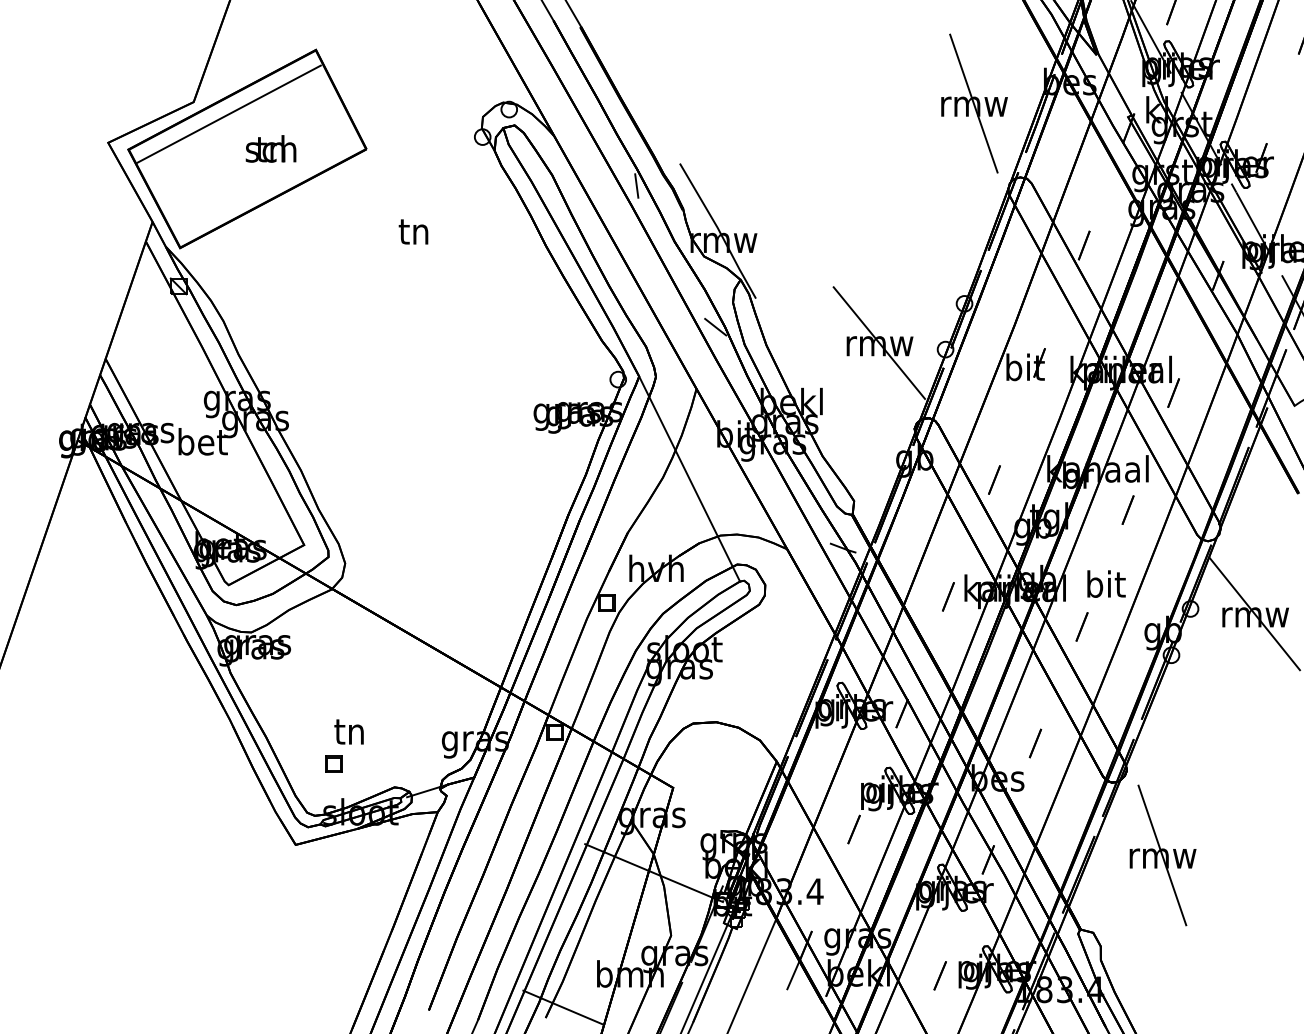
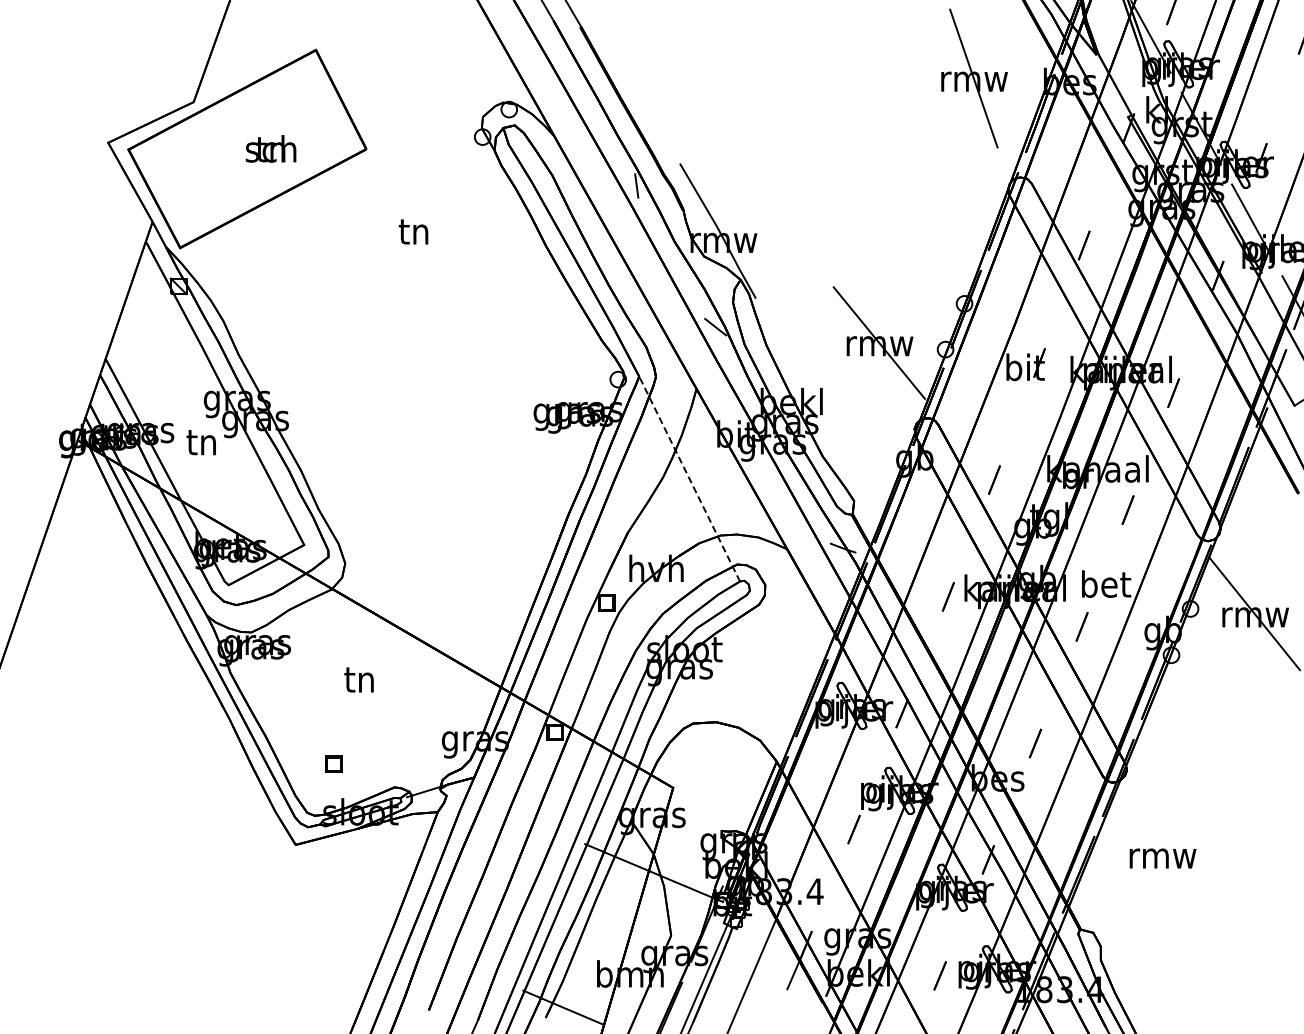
part at (974, 103) position: (974, 103) -> (974, 78)
line at (228, 113): present -> none
text at (202, 441): bet -> tn
line at (689, 478): solid -> dashed
text at (1106, 583): bit -> bet
text at (348, 731) position: (348, 731) -> (358, 679)
line at (1162, 855): present -> none
